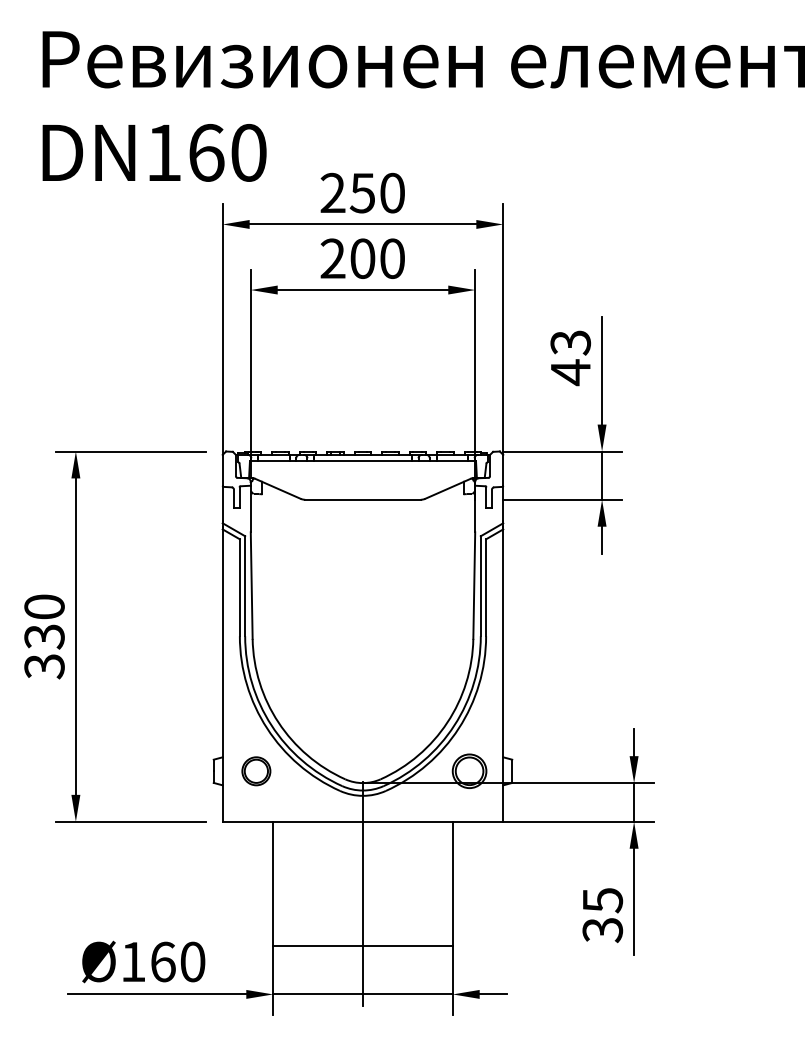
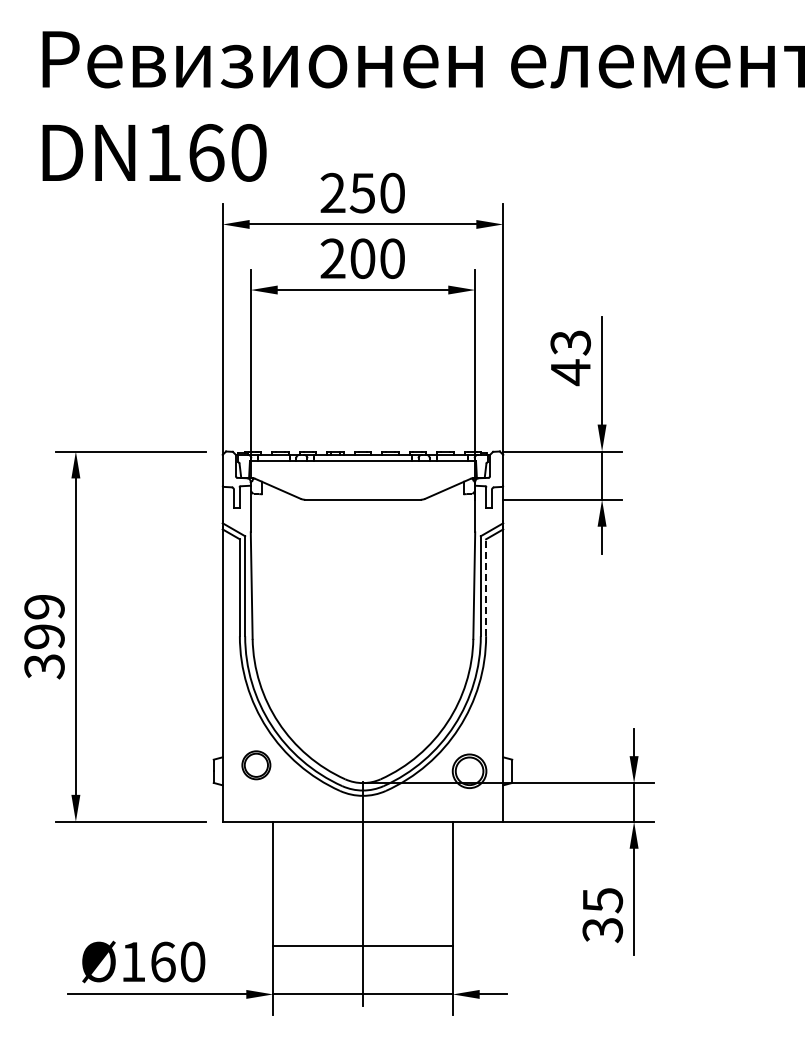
line at (486, 587): solid -> dashed
text at (44, 621): 330 -> 399
part at (256, 771) position: (256, 771) -> (256, 765)
